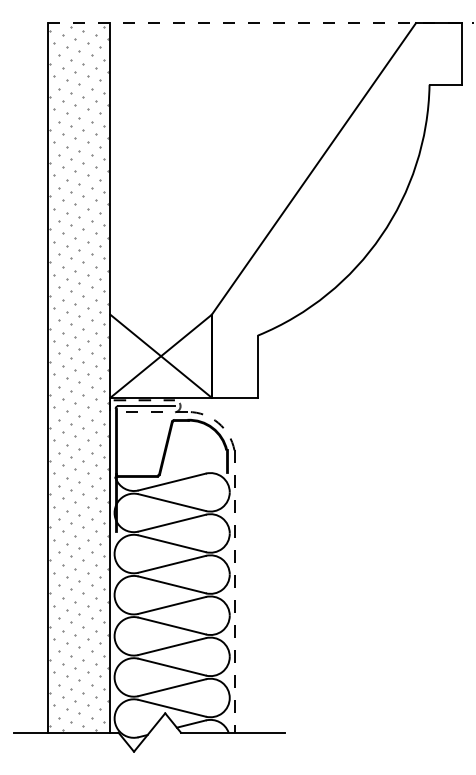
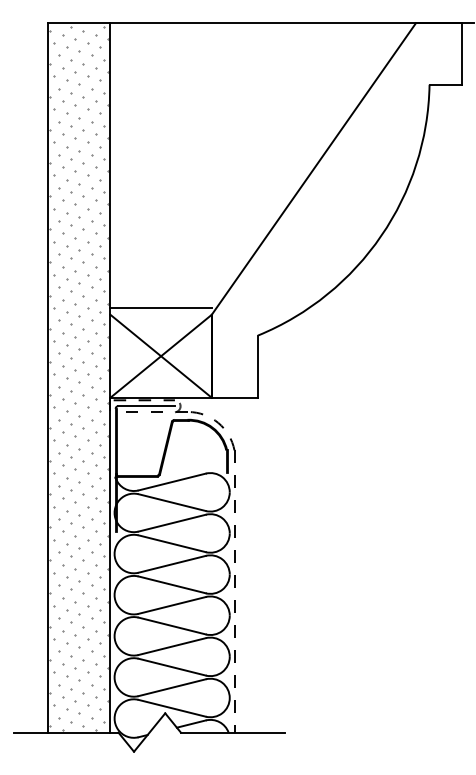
line at (261, 23): dashed -> solid
line at (160, 308): none -> present
